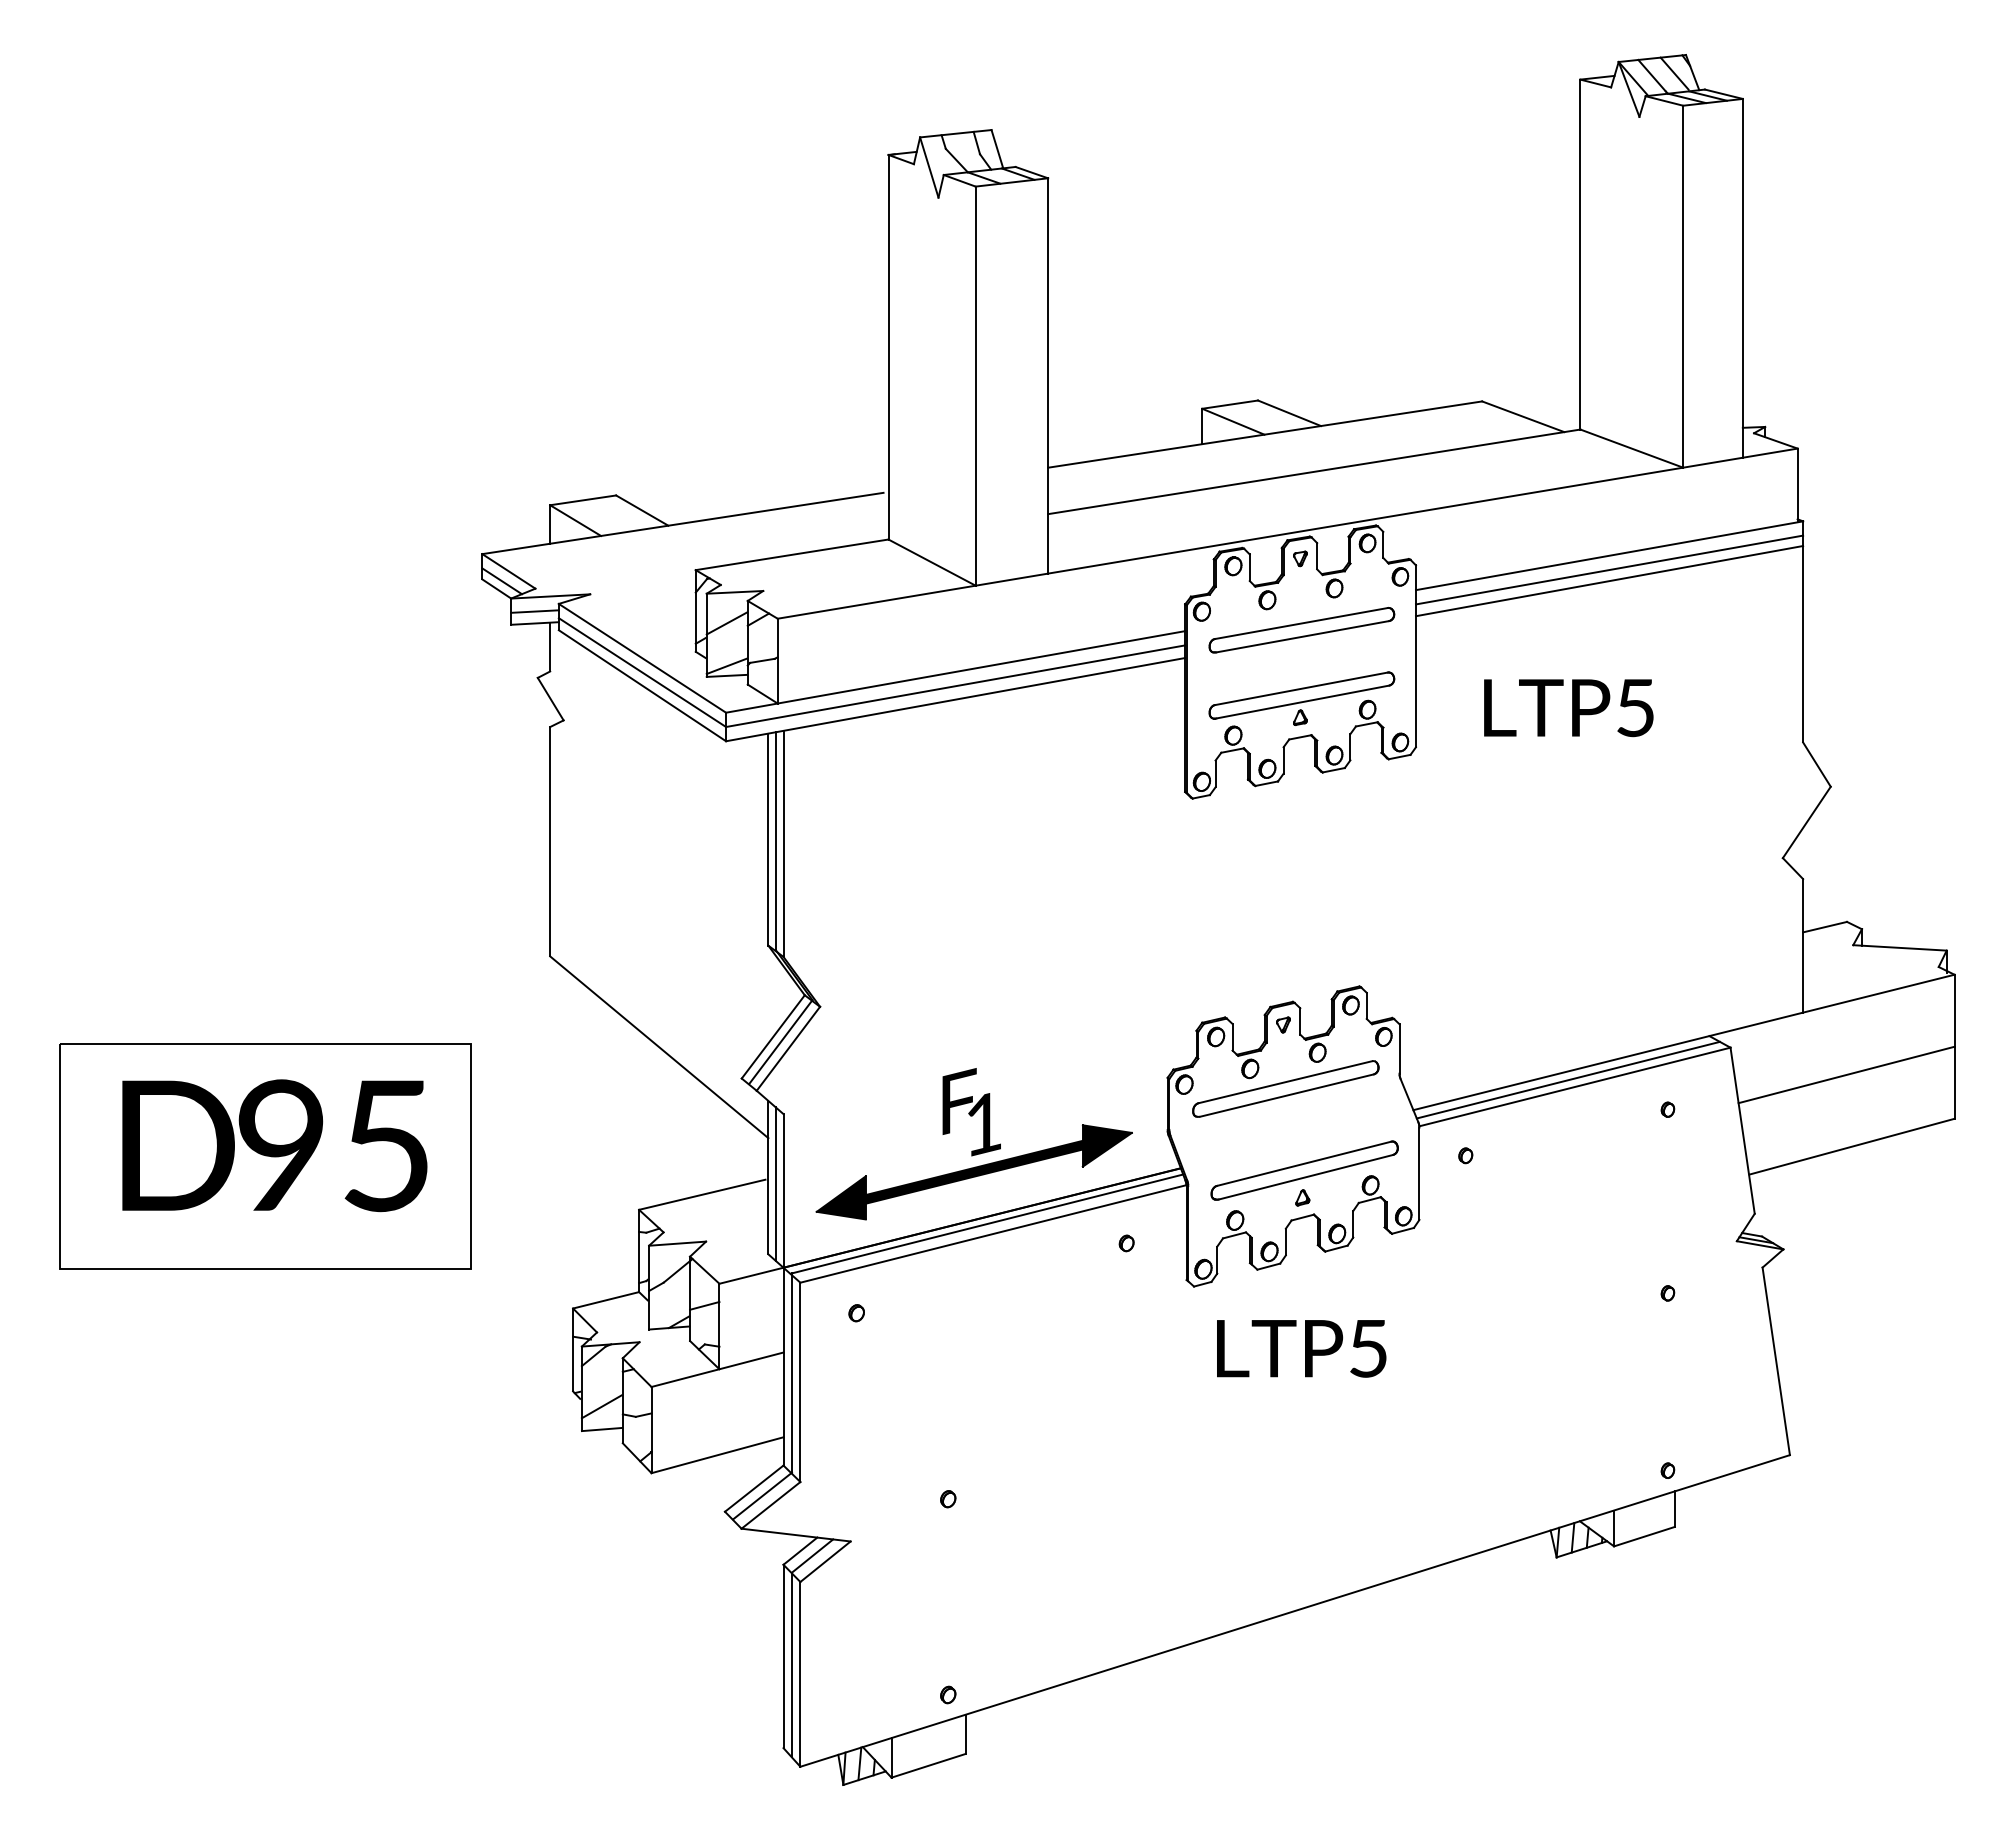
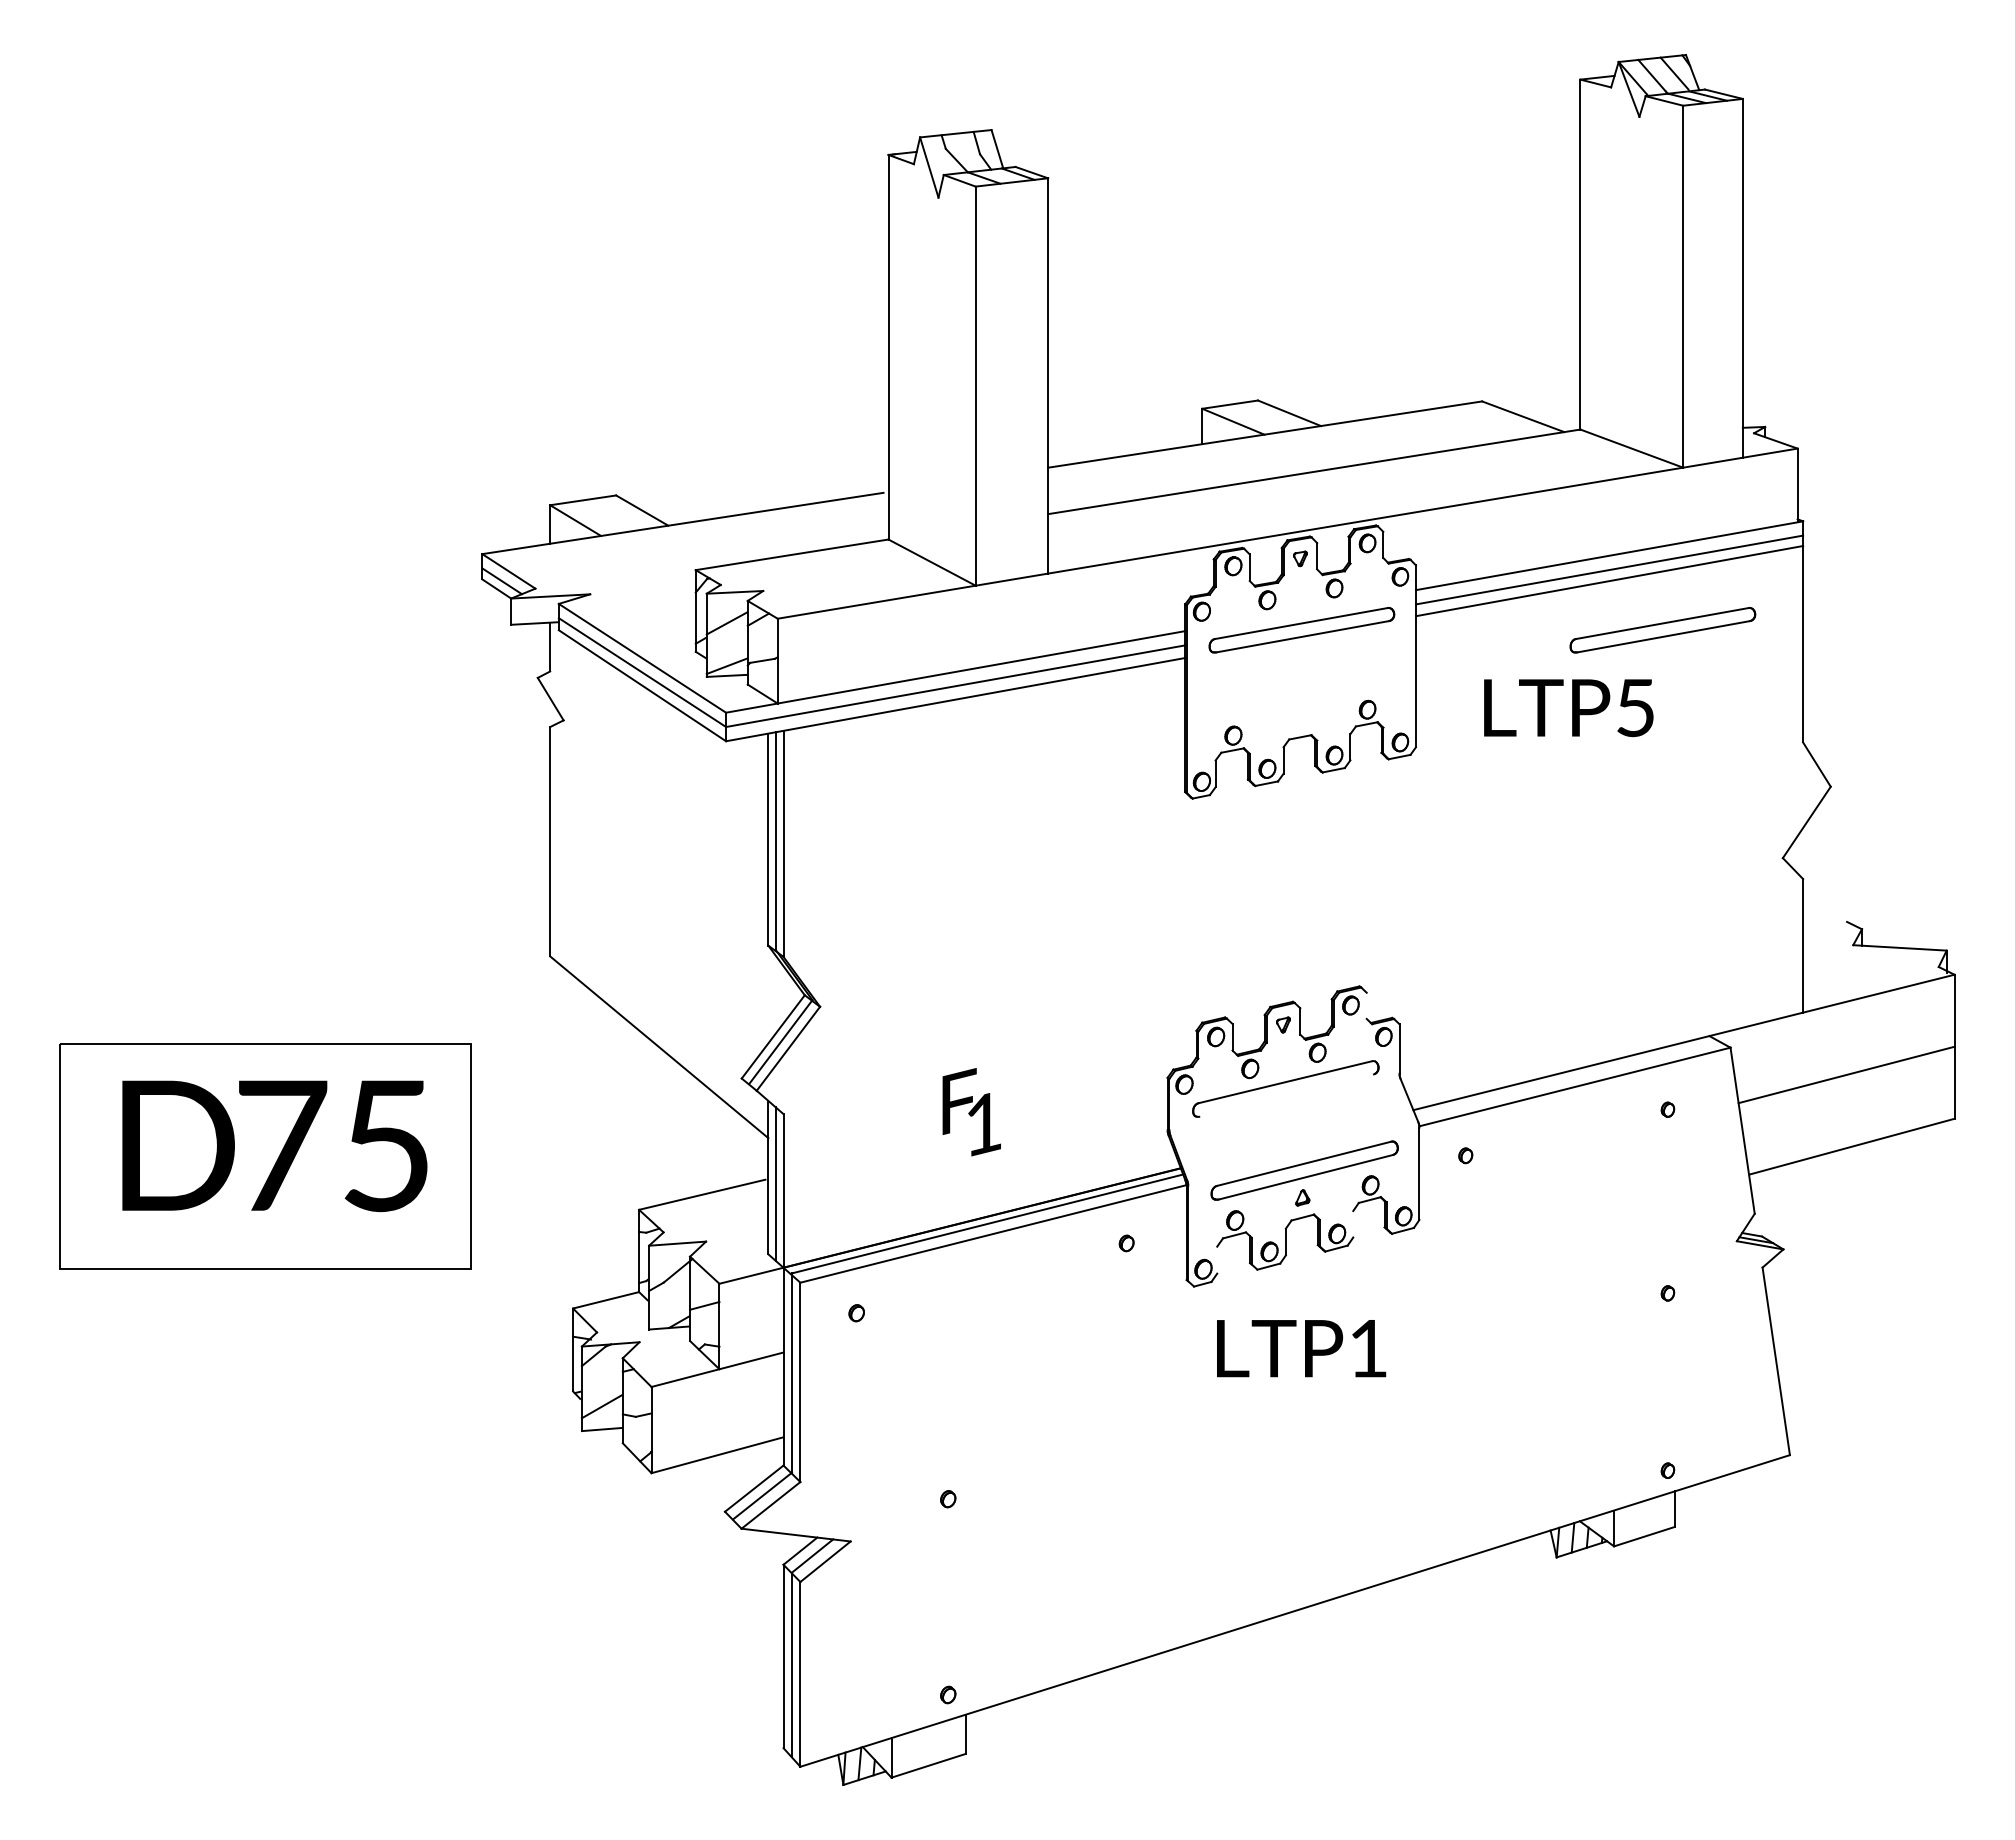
line at (534, 611): present -> none
part at (1662, 630): none -> present
part at (1301, 698): present -> none
line at (1825, 926): present -> none
line at (1366, 1005): present -> none
line at (1567, 1079): present -> none
line at (1286, 1095): present -> none
text at (282, 1144): 95 -> 75
part at (973, 1172): present -> none
line at (1353, 1224): present -> none
line at (1217, 1259): present -> none
text at (1368, 1348): LTP5 -> LTP1
